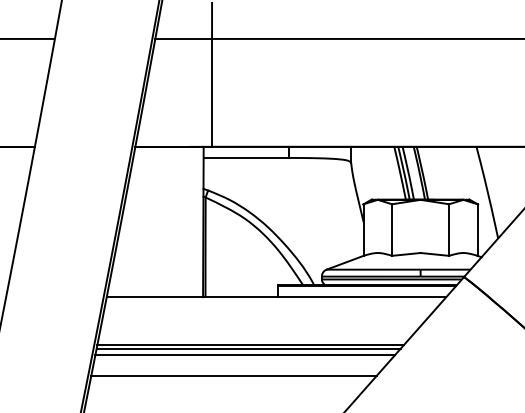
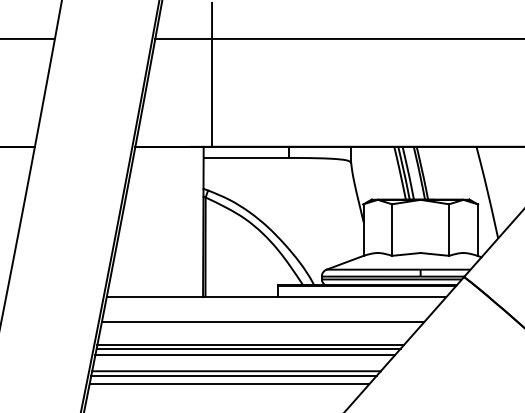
line at (262, 322): none -> present
line at (236, 371): none -> present
line at (229, 384): none -> present
